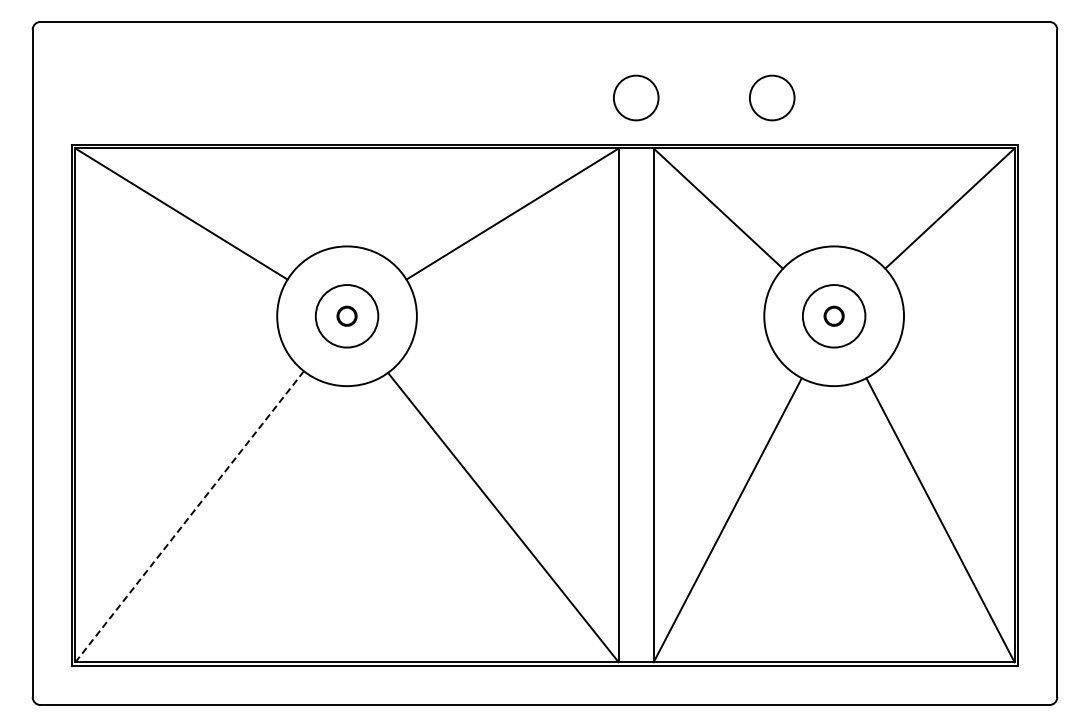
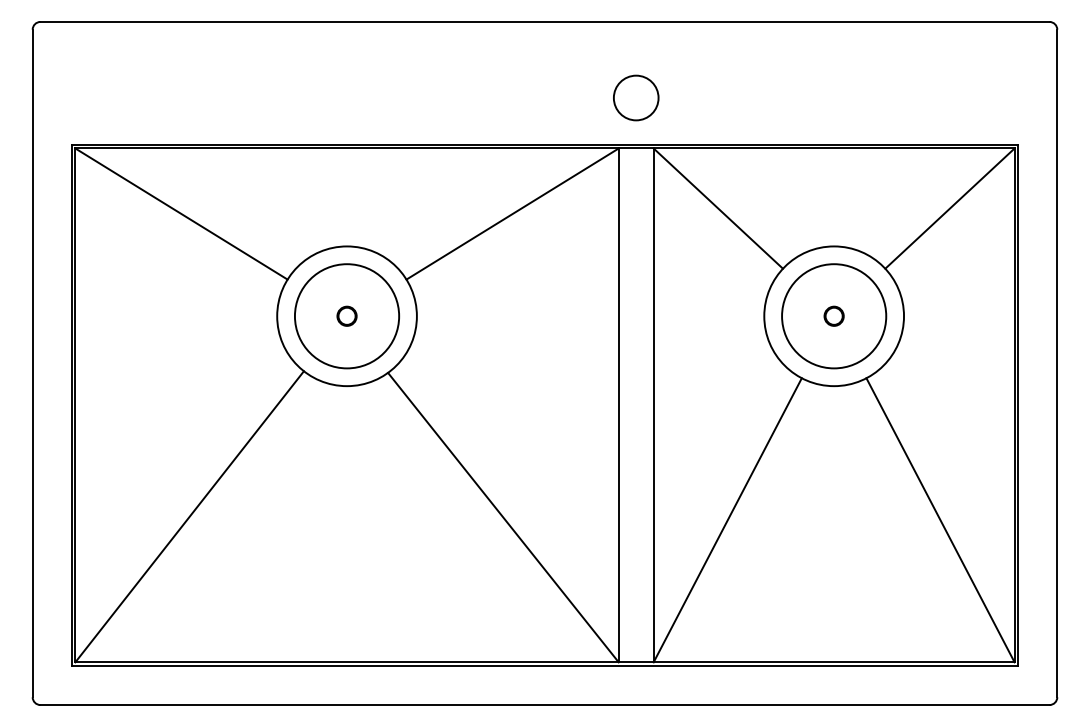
circle at (772, 97): present -> none
circle at (346, 316) diameter: 63 px -> 104 px
circle at (833, 316) diameter: 63 px -> 104 px
line at (189, 517): dashed -> solid
